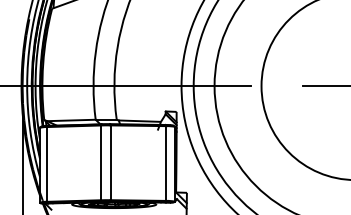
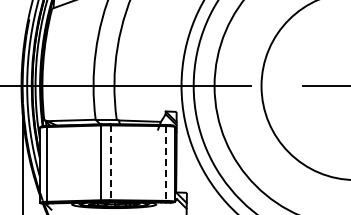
line at (110, 163): solid -> dashed
line at (166, 164): solid -> dashed
